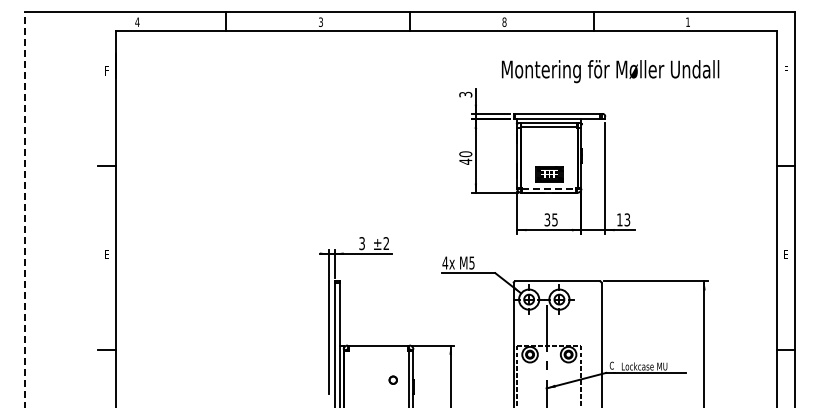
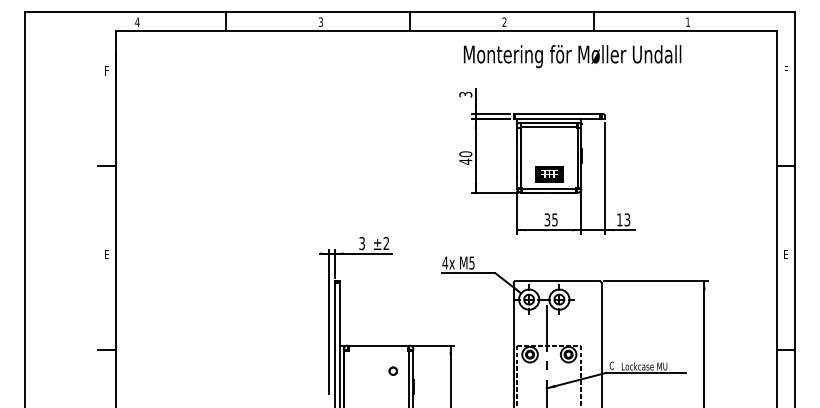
text at (504, 21): 8 -> 2
text at (610, 71) position: (610, 71) -> (572, 56)
line at (549, 188): dashed -> solid
line at (24, 210): dashed -> solid
part at (392, 379) position: (392, 379) -> (392, 370)
